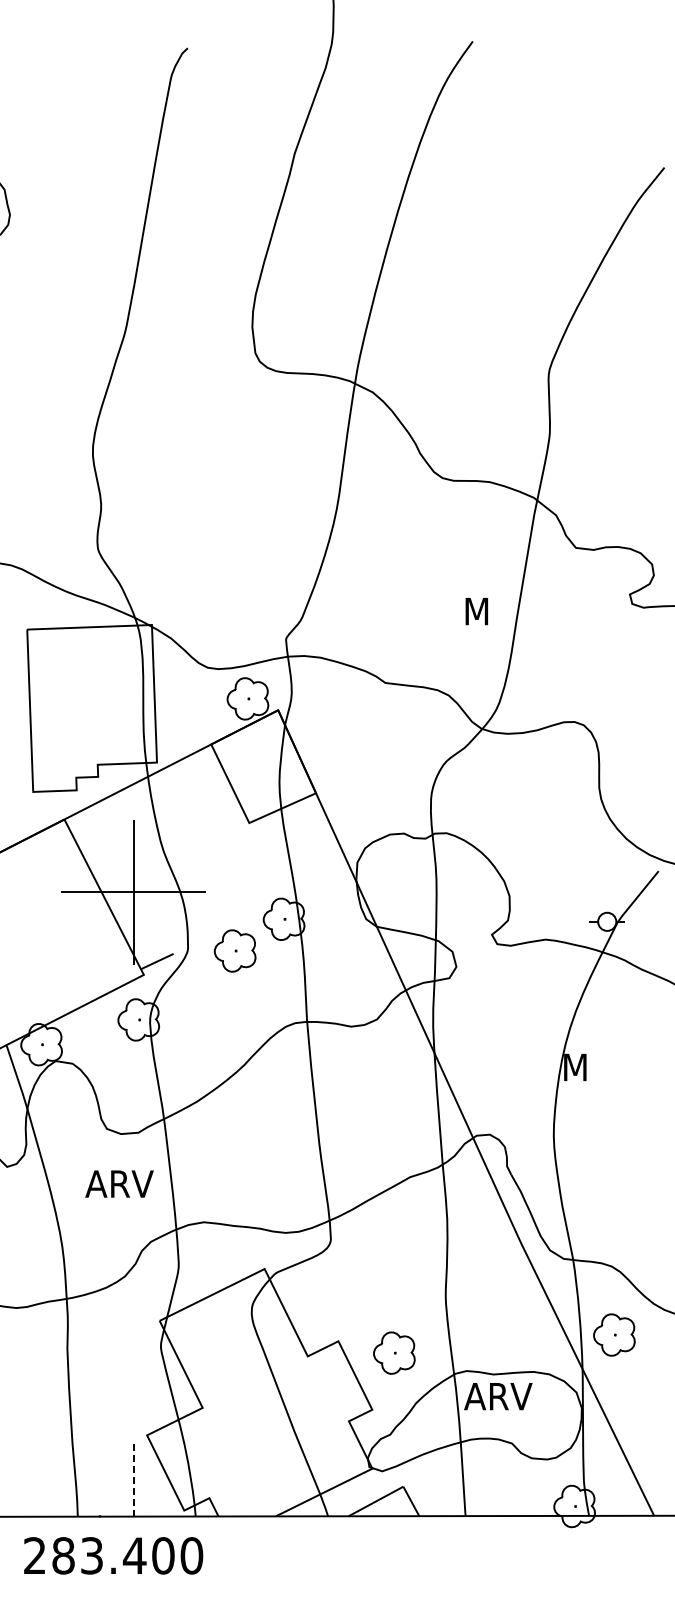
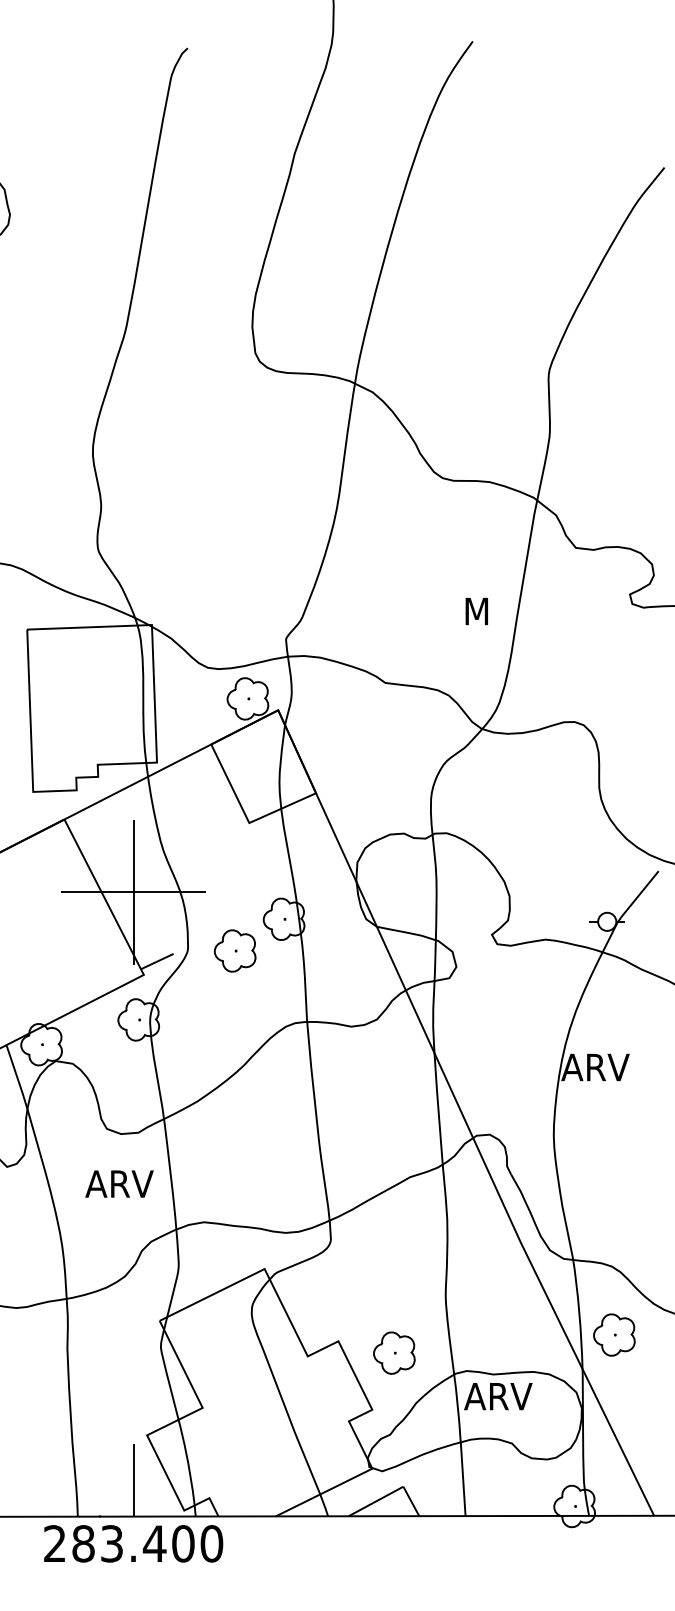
text at (595, 1067): M -> ARV
line at (133, 1479): dashed -> solid
text at (113, 1555) position: (113, 1555) -> (133, 1543)
